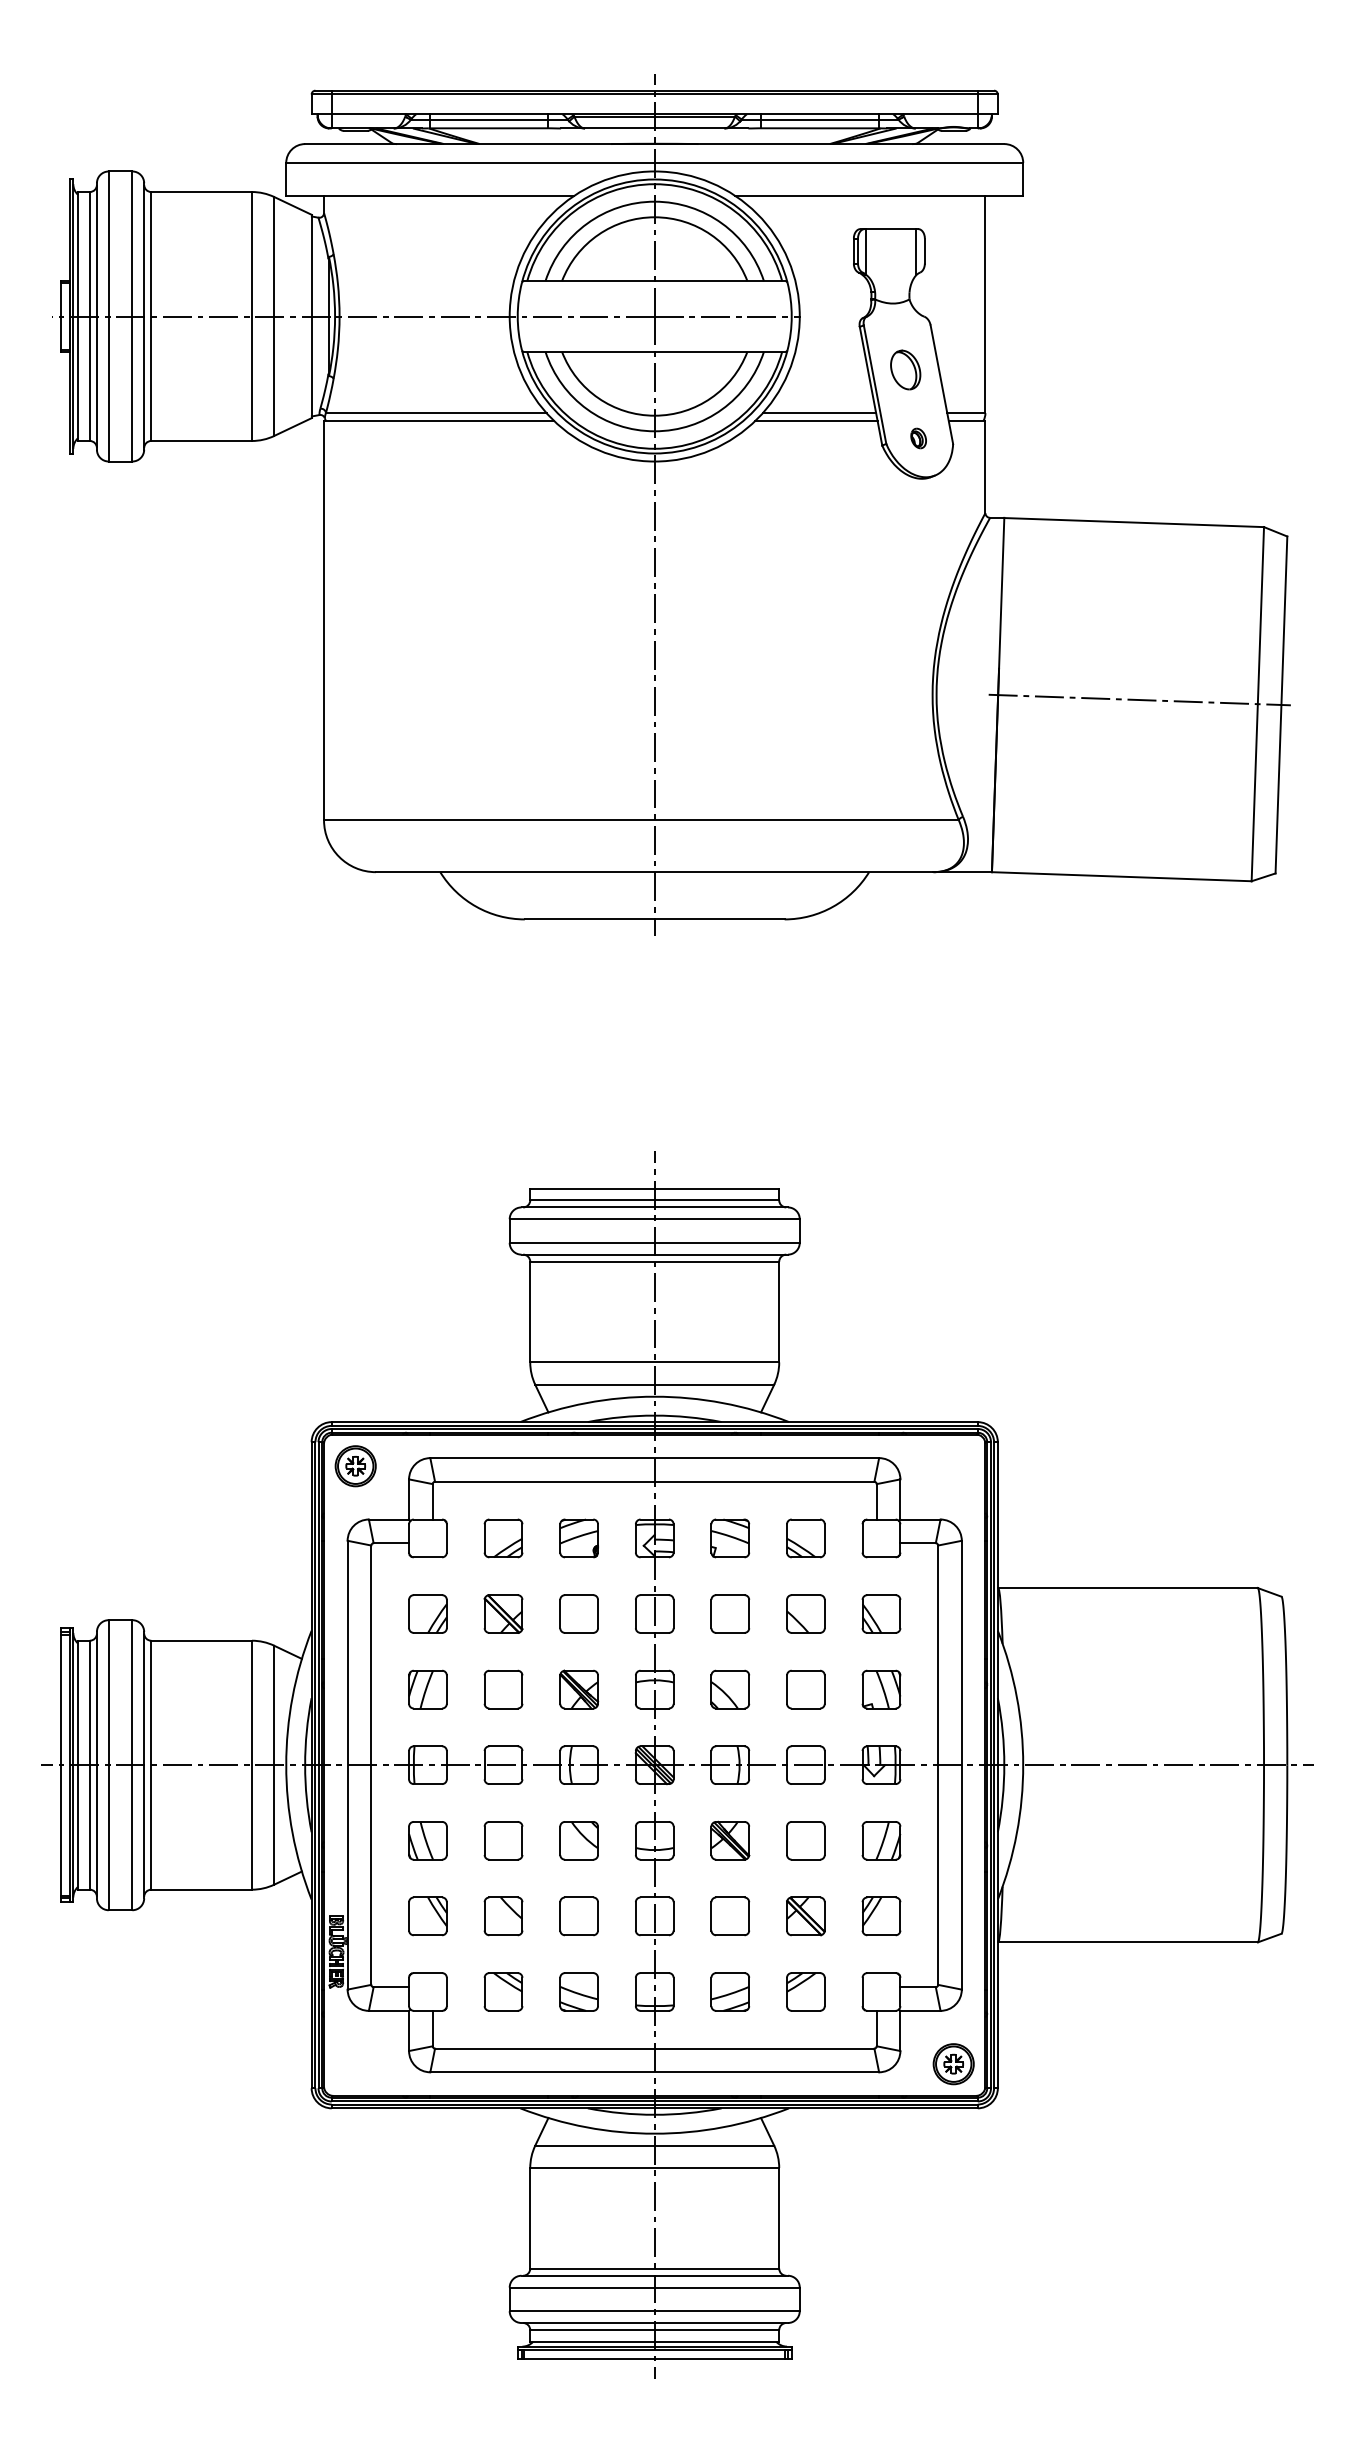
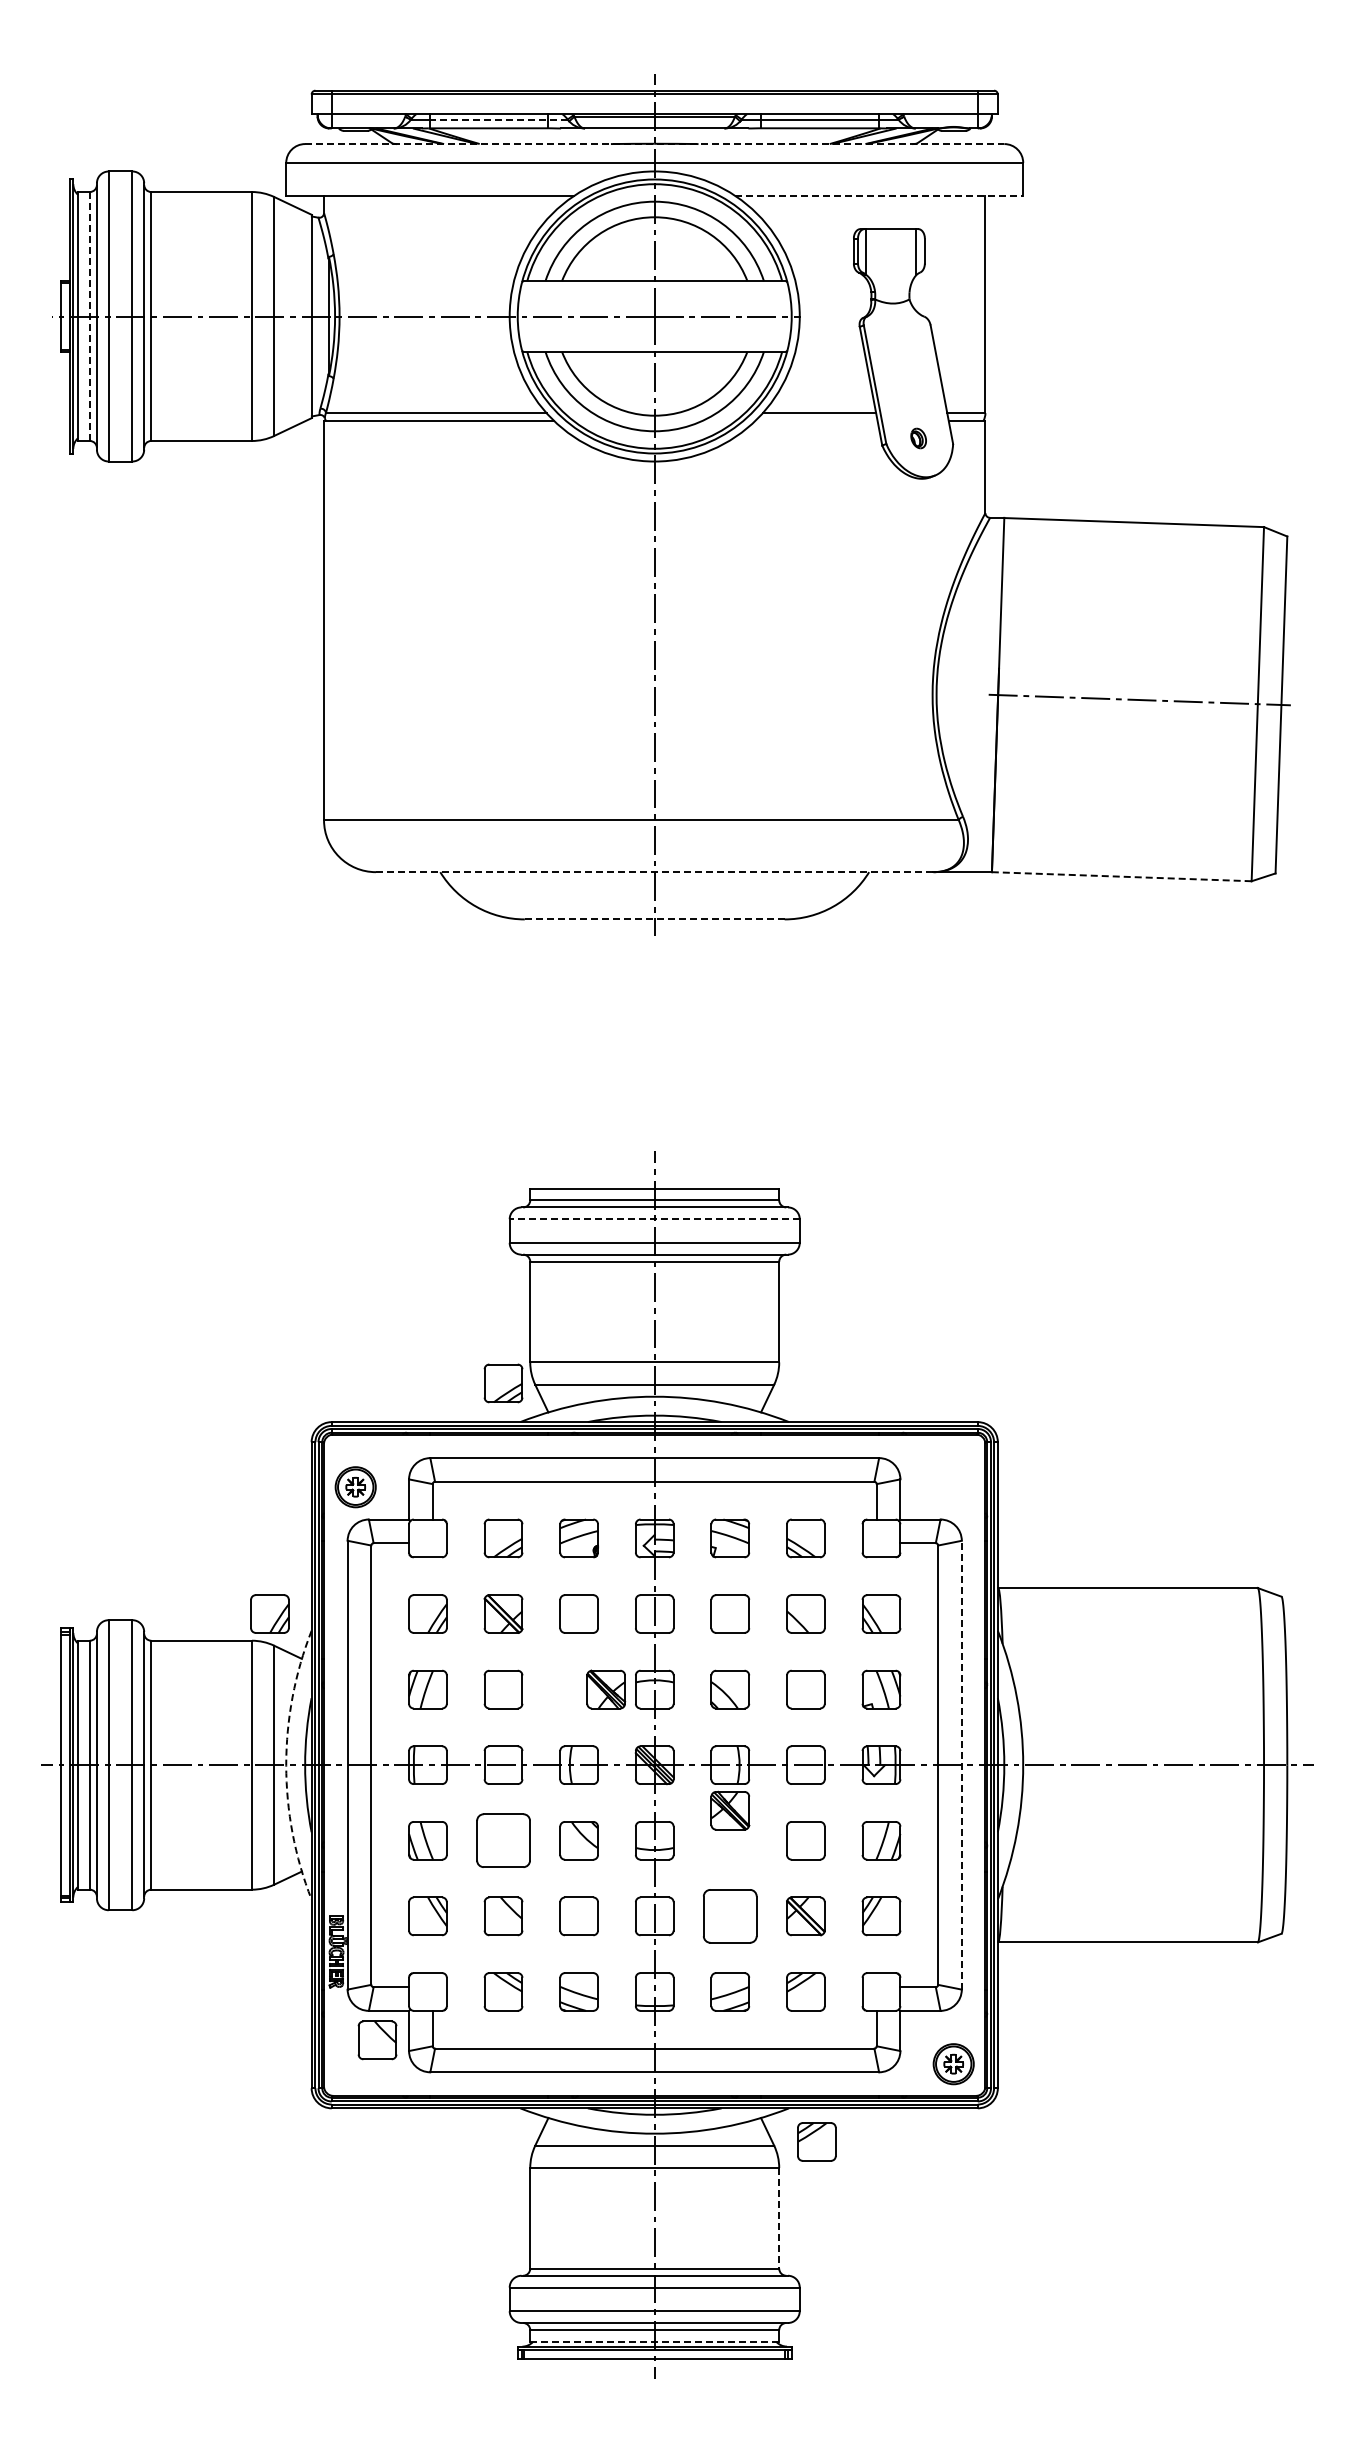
line at (499, 119): solid -> dashed
line at (654, 144): solid -> dashed
line at (879, 196): solid -> dashed
line at (89, 316): solid -> dashed
part at (905, 369): present -> none
line at (816, 421): present -> none
line at (654, 872): solid -> dashed
line at (1121, 876): solid -> dashed
line at (654, 919): solid -> dashed
line at (654, 1219): solid -> dashed
part at (503, 1383): none -> present
part at (355, 1466) position: (355, 1466) -> (355, 1487)
part at (269, 1613): none -> present
part at (579, 1689) position: (579, 1689) -> (606, 1689)
line at (961, 1764): solid -> dashed
arc at (286, 1765): solid -> dashed
part at (503, 1840) size: 41x40 px -> 55x55 px
part at (730, 1840) position: (730, 1840) -> (730, 1810)
part at (730, 1916) size: 41x41 px -> 55x55 px
part at (377, 2040): none -> present
part at (816, 2141): none -> present
line at (779, 2218): solid -> dashed
line at (655, 2341): solid -> dashed
